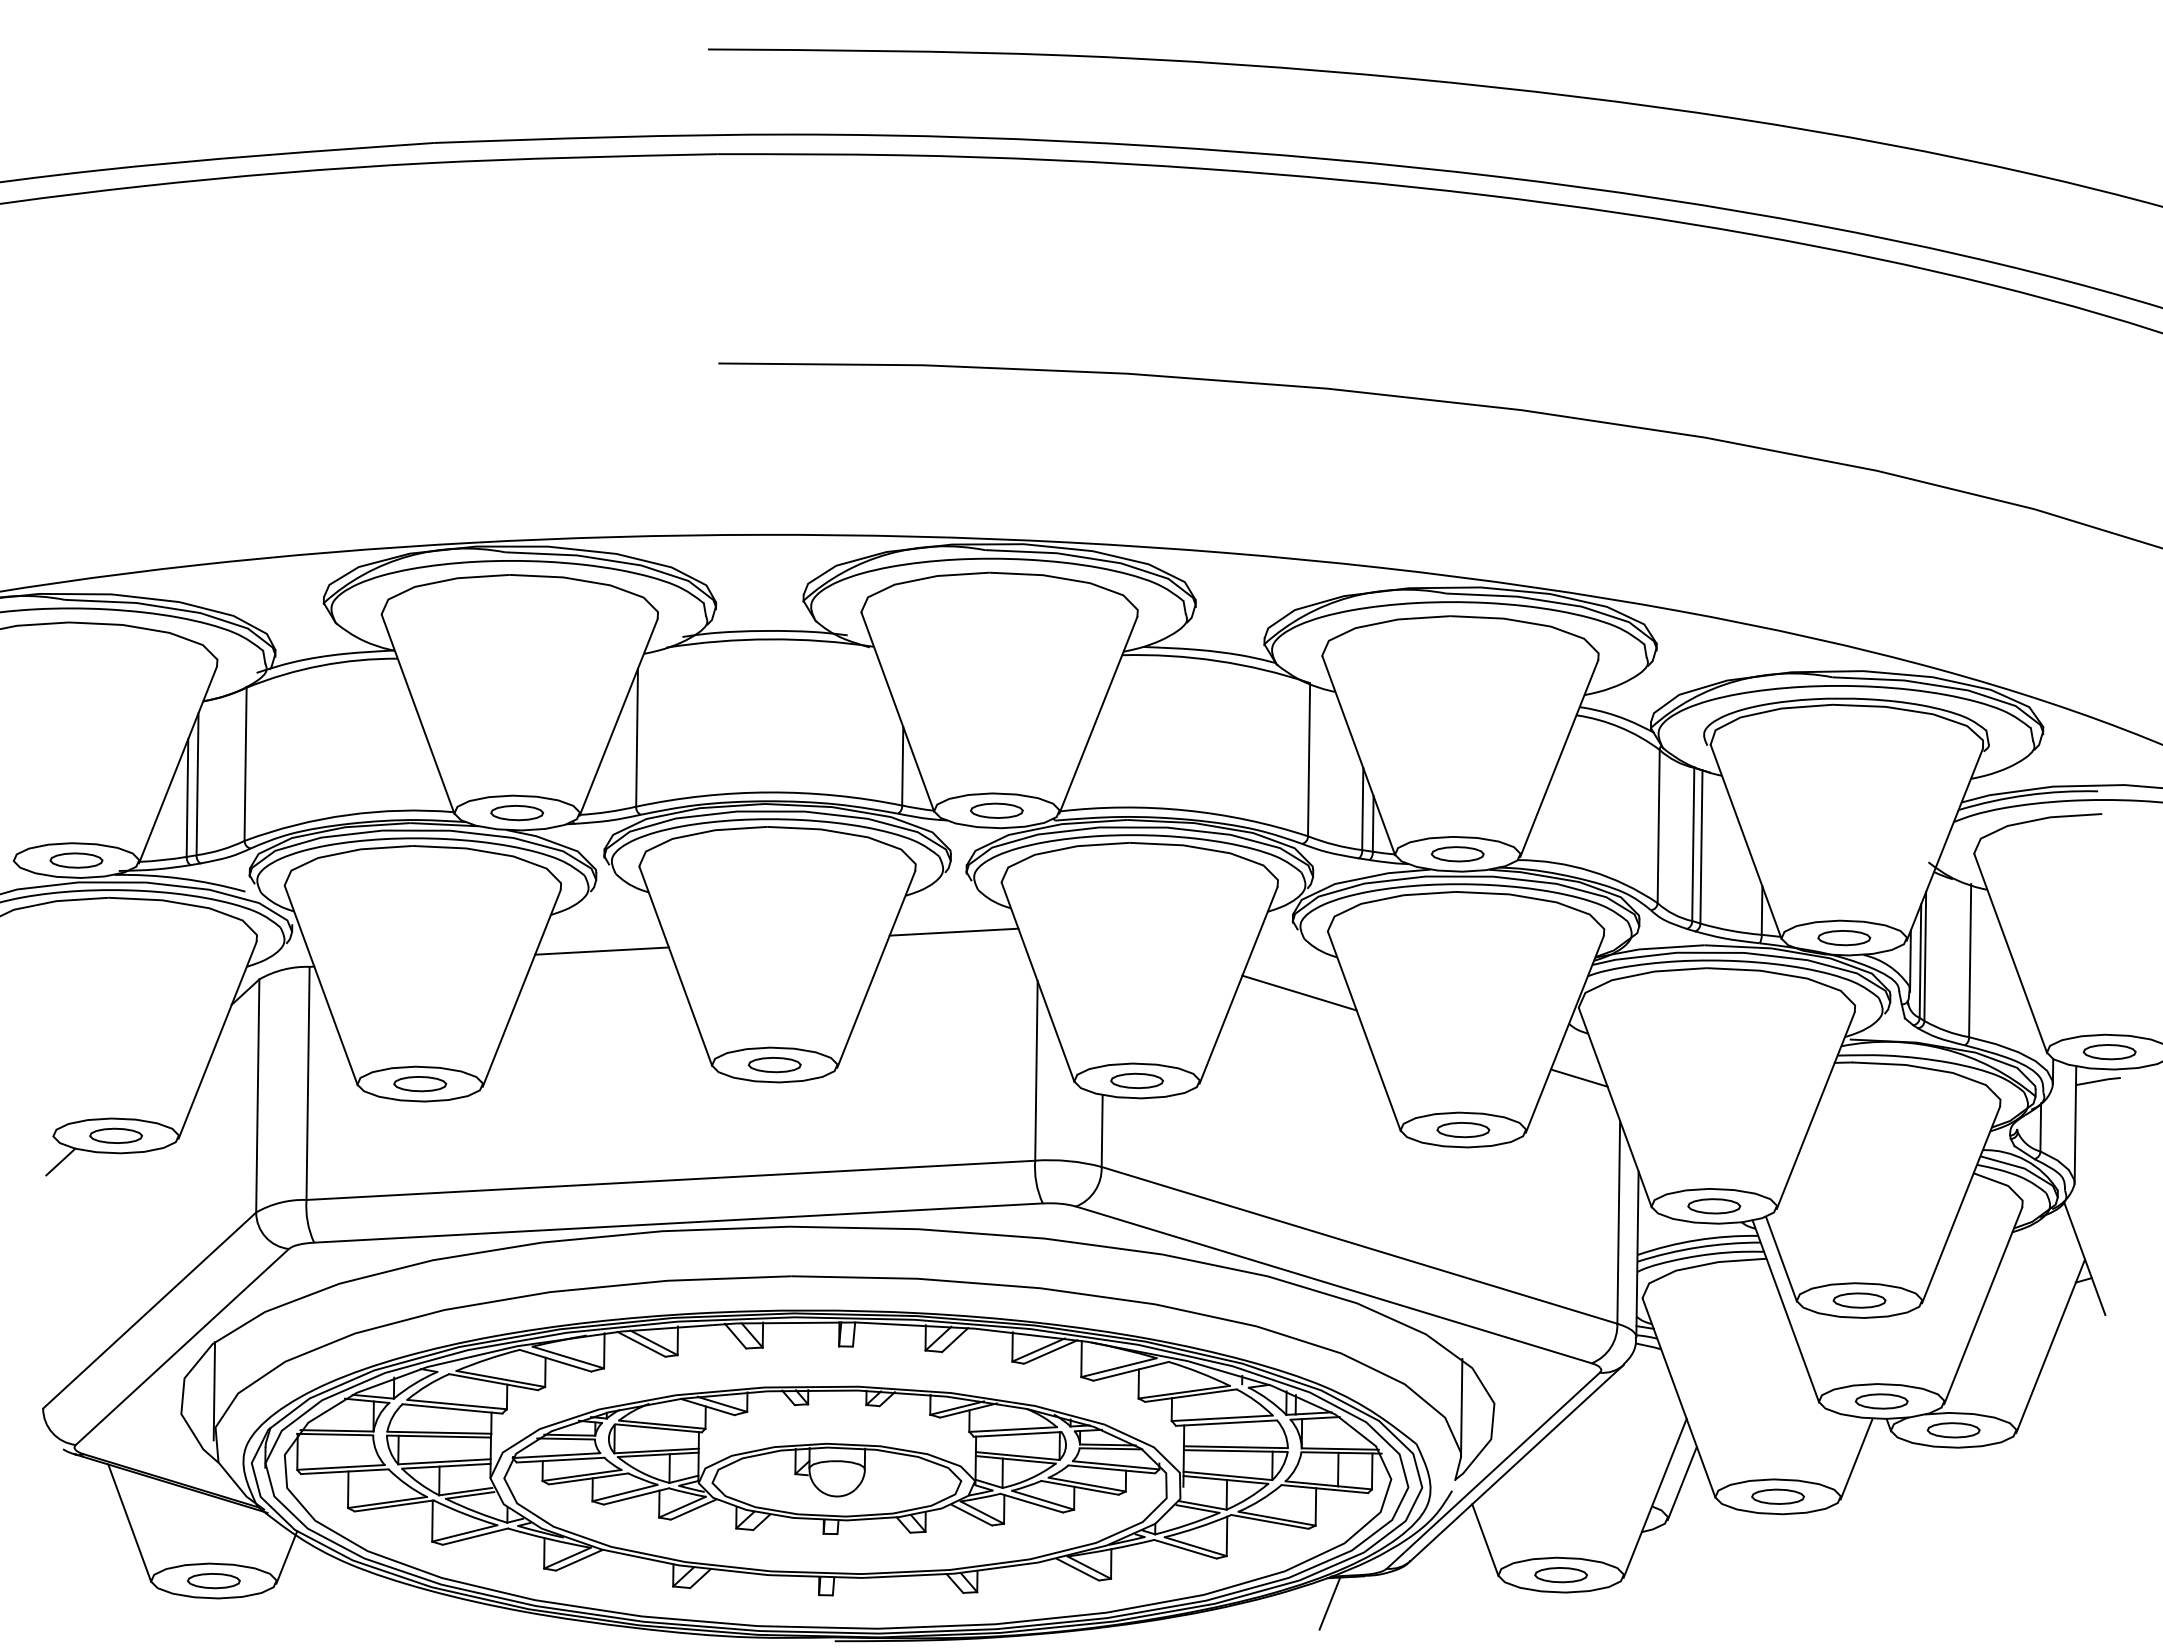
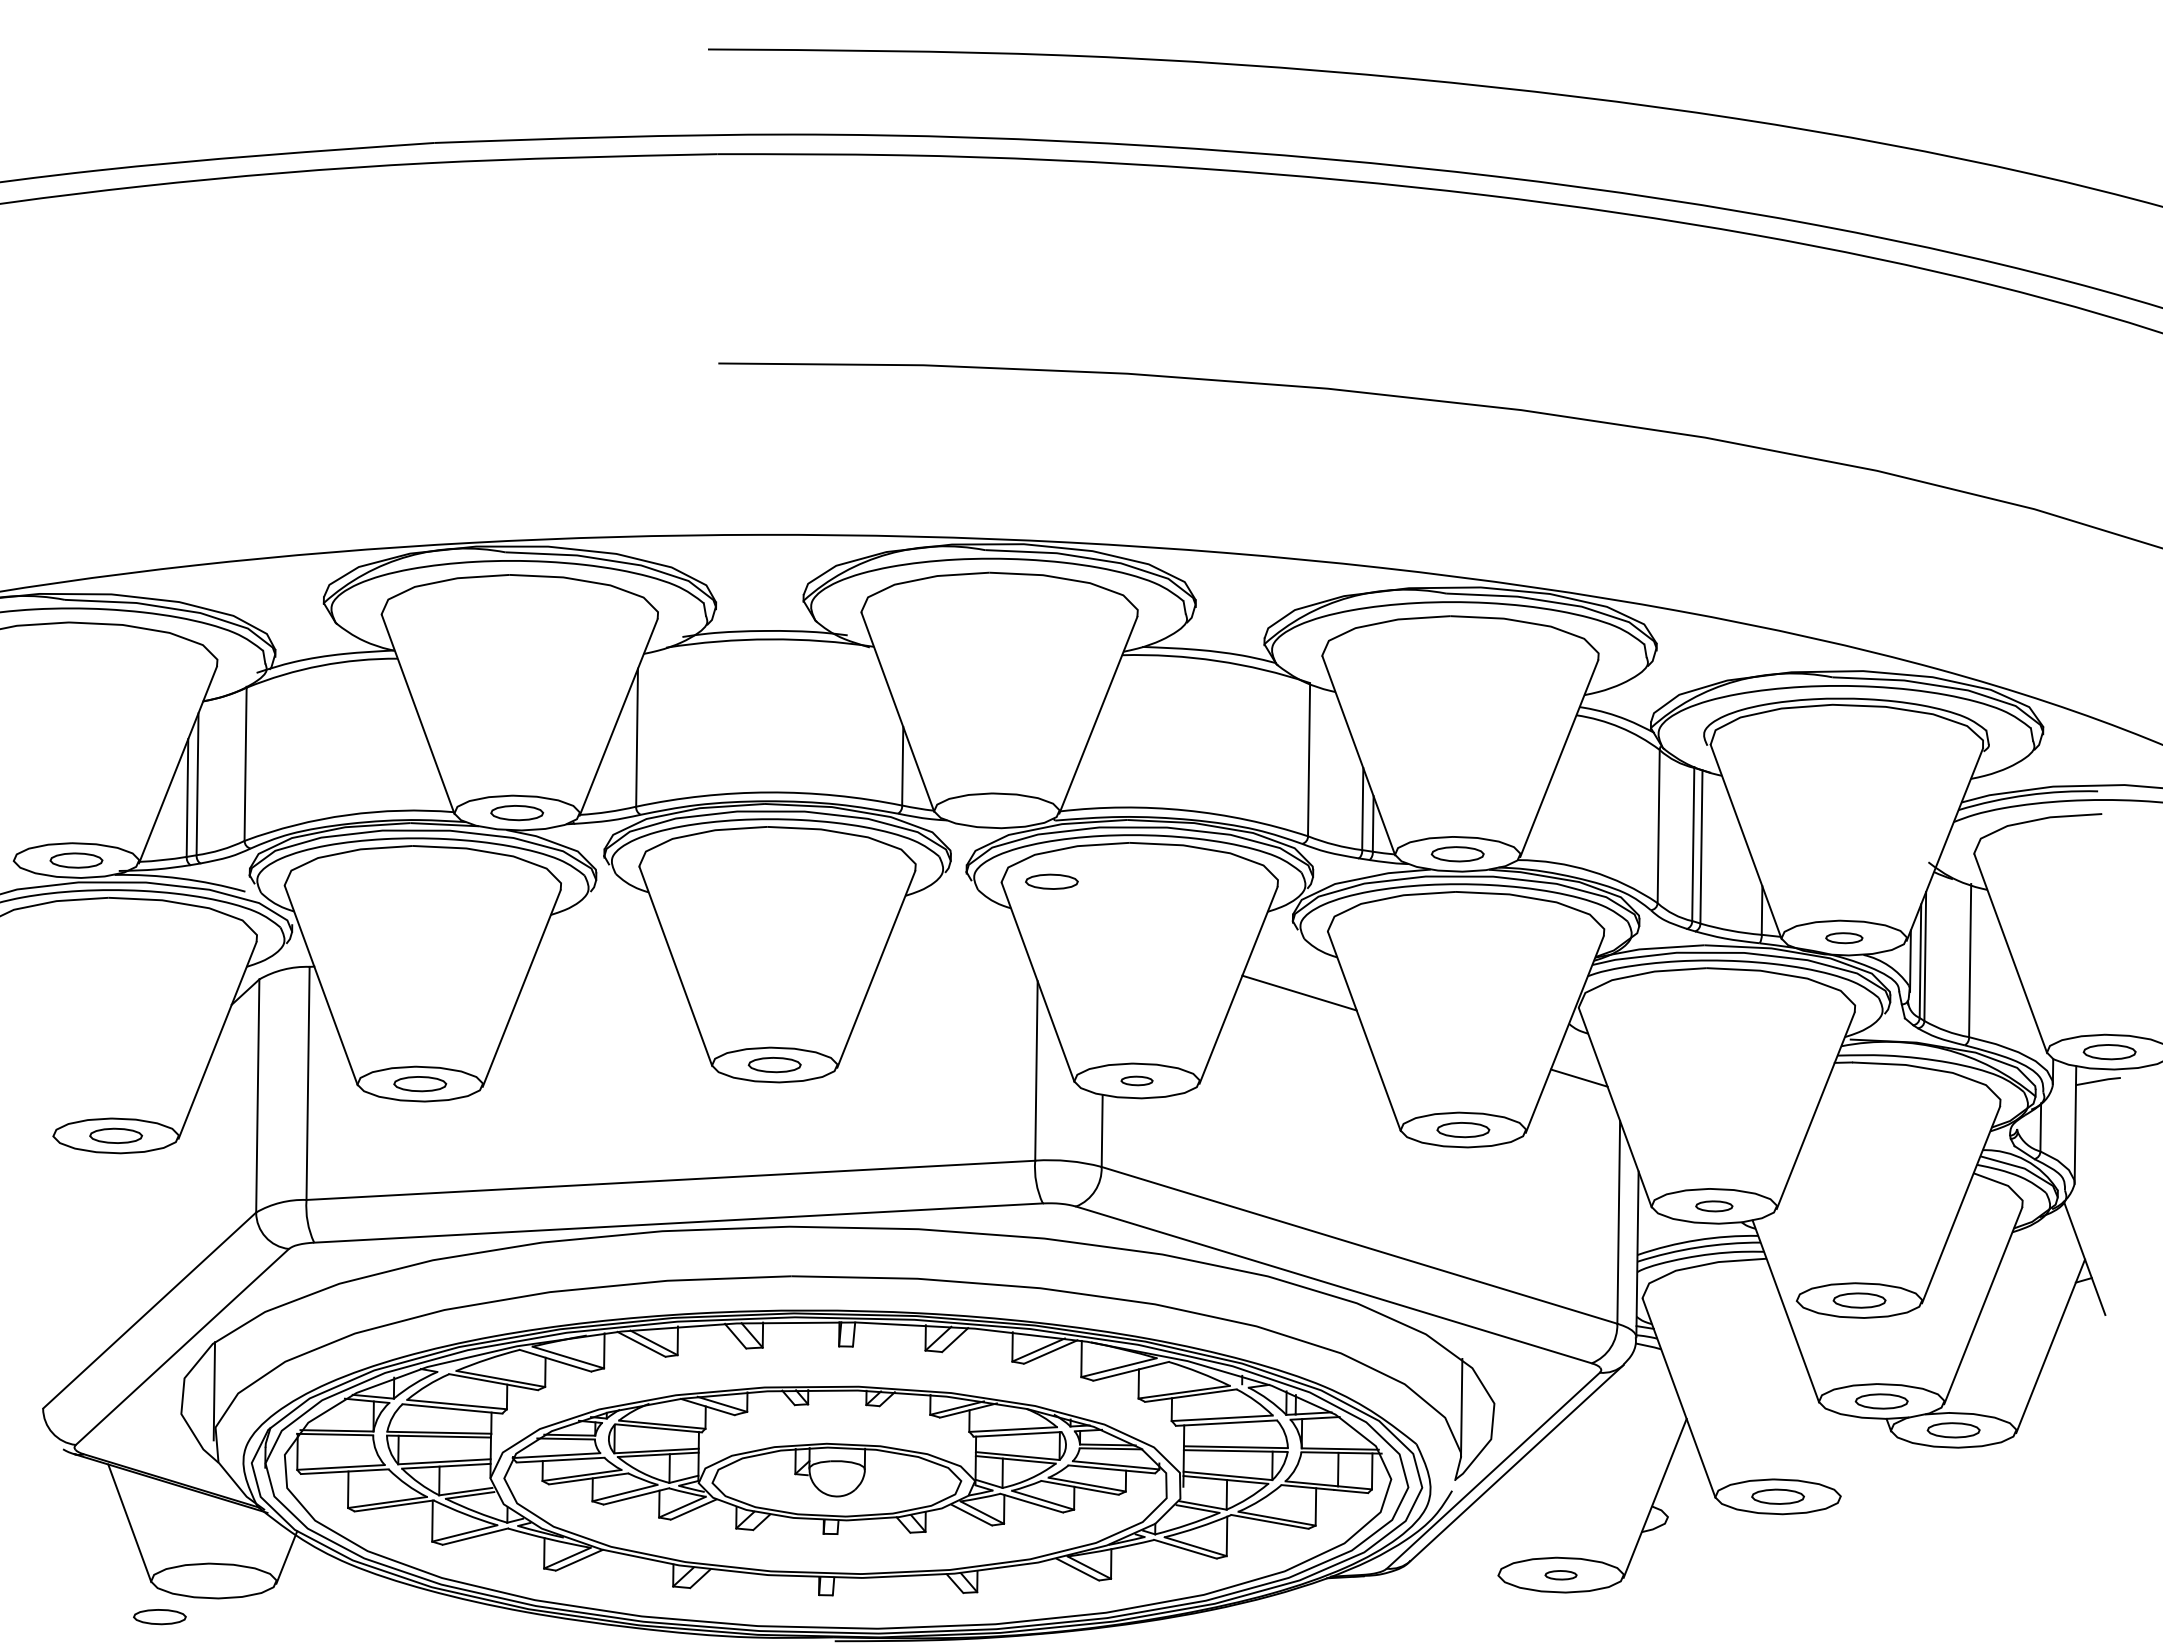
part at (996, 810) position: (996, 810) -> (1051, 881)
line at (953, 931): present -> none
part at (1844, 938) size: 55x17 px -> 39x13 px
line at (601, 950): present -> none
part at (1136, 1080) size: 54x18 px -> 34x12 px
line at (60, 1161): present -> none
part at (1714, 1206) size: 55x17 px -> 39x13 px
line at (1781, 1258): present -> none
line at (1856, 1458): present -> none
line at (1681, 1483): present -> none
line at (1485, 1540): present -> none
part at (1560, 1575) size: 54x17 px -> 34x11 px
part at (213, 1581) position: (213, 1581) -> (159, 1617)
line at (1329, 1603): present -> none
